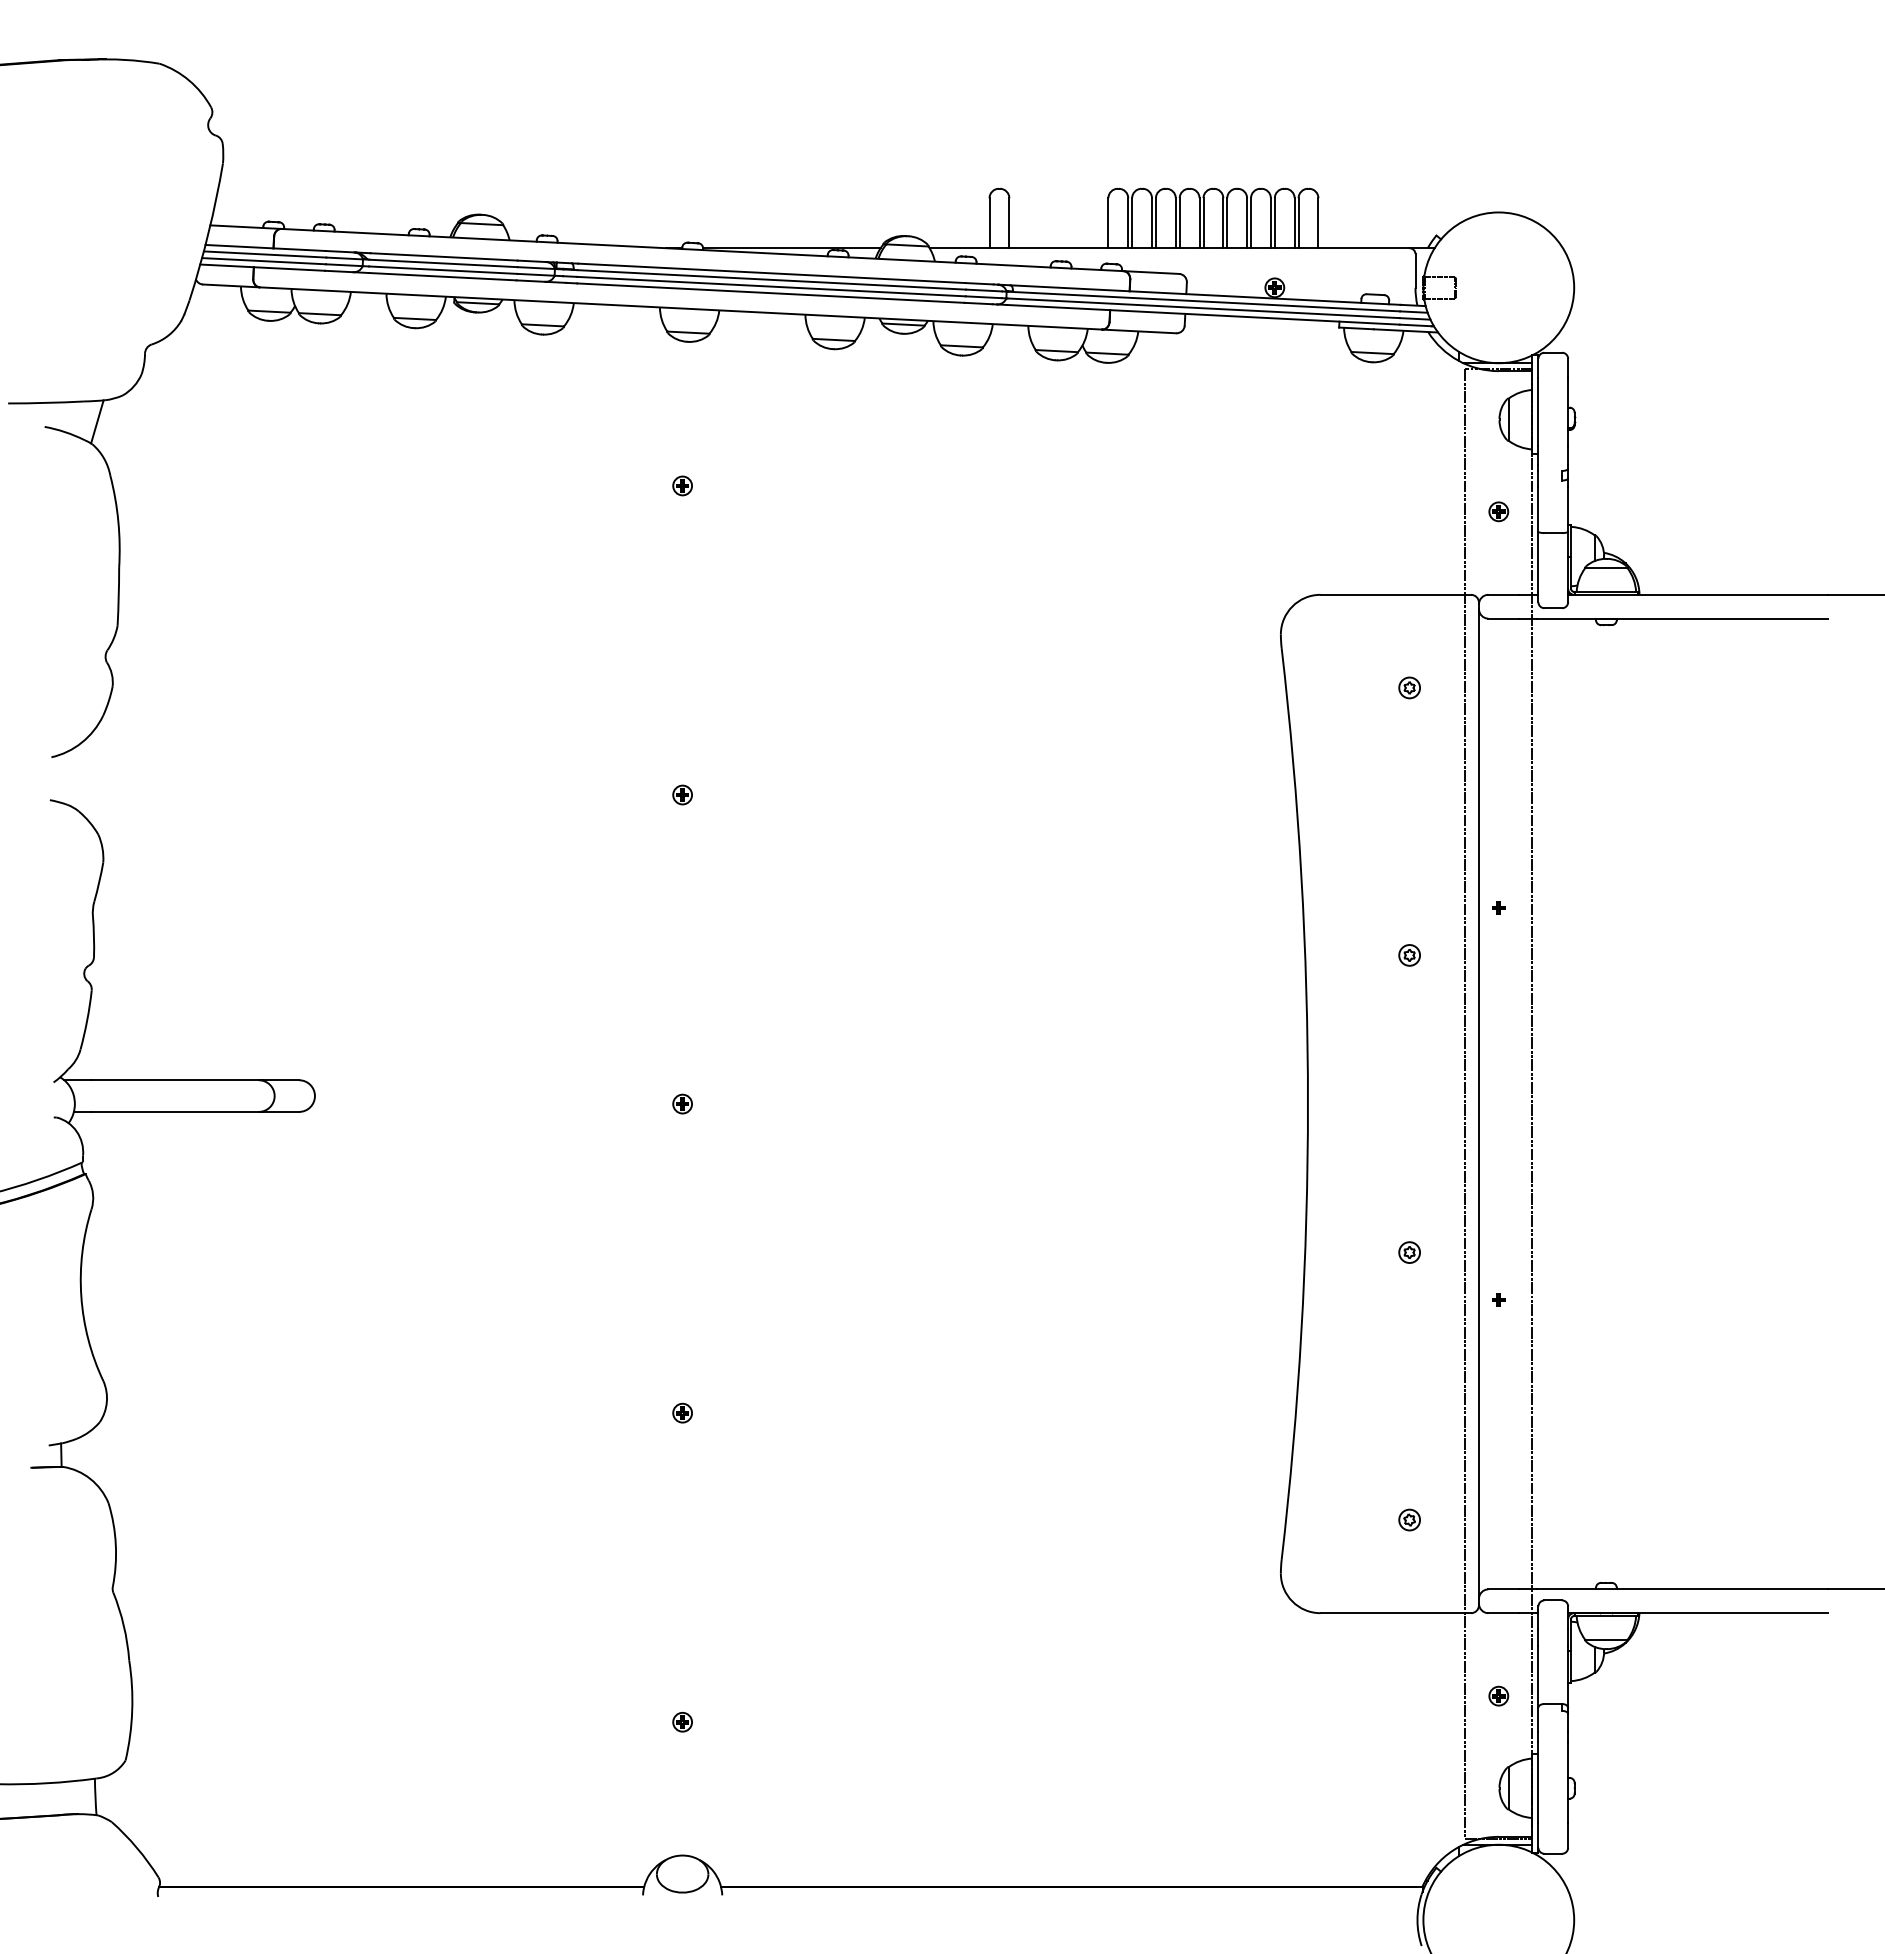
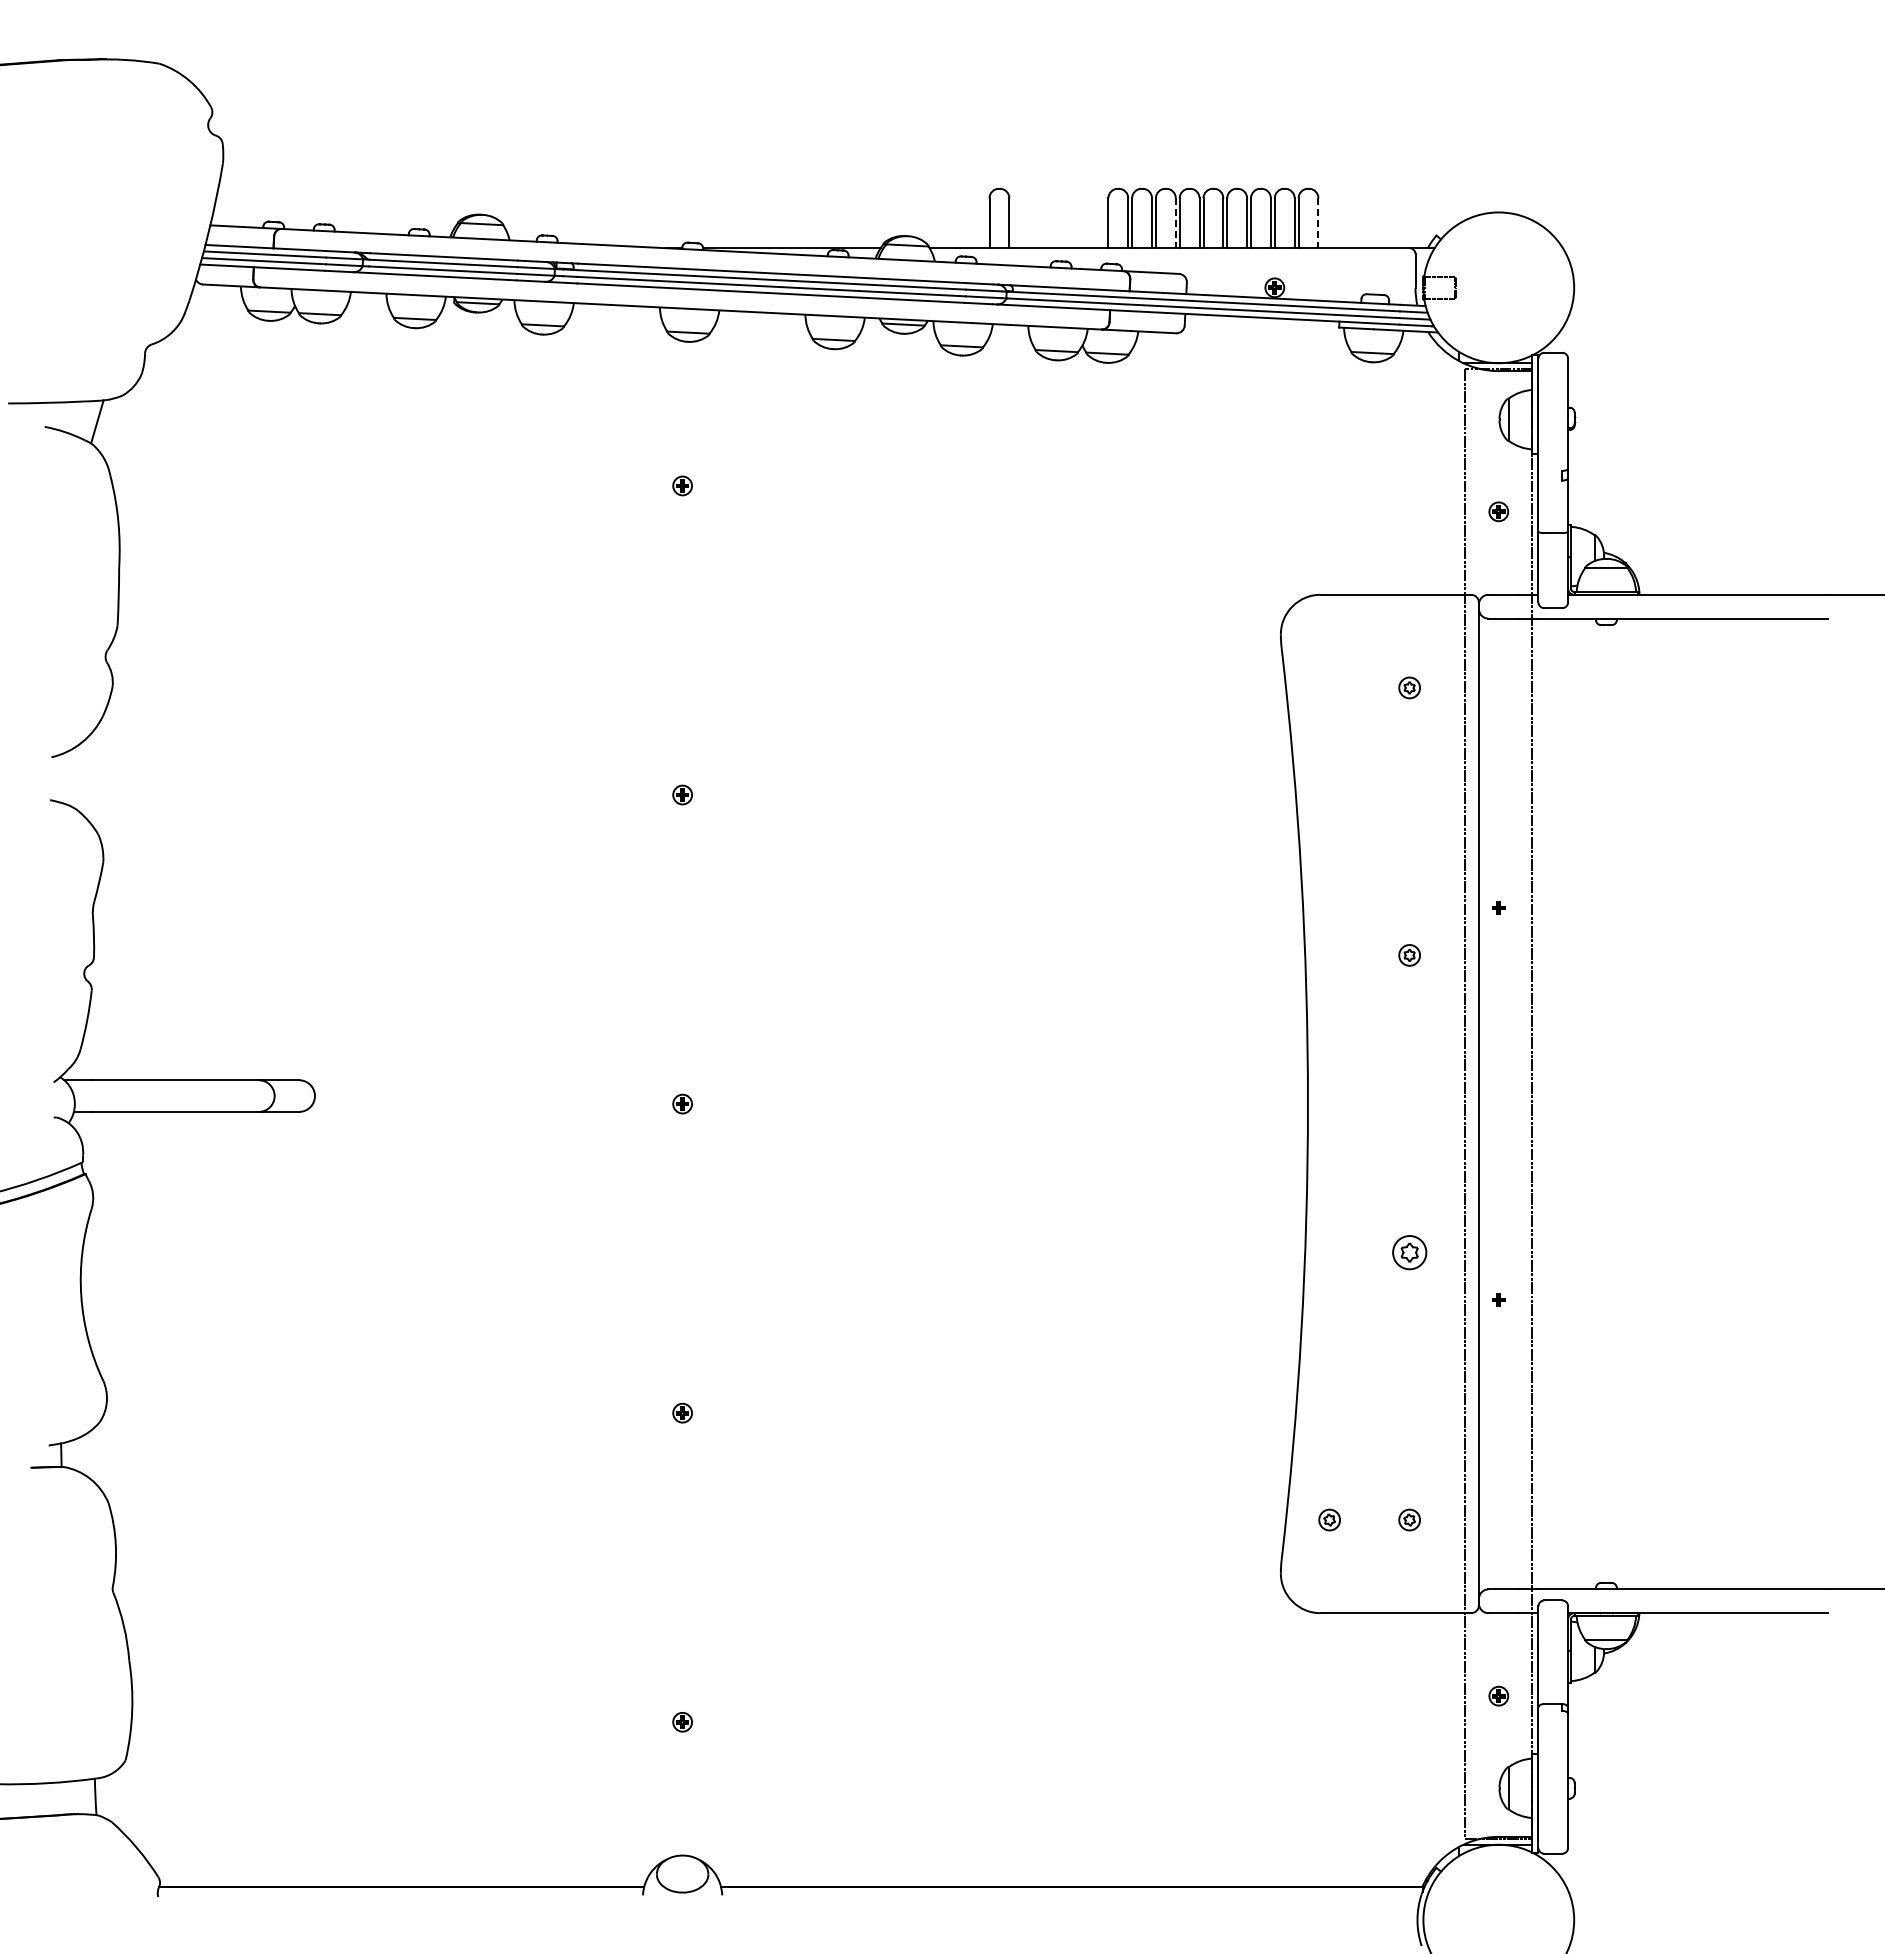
line at (1175, 223): solid -> dashed
line at (1318, 223): solid -> dashed
part at (1409, 1252) size: 23x23 px -> 36x36 px
part at (1329, 1519): none -> present
